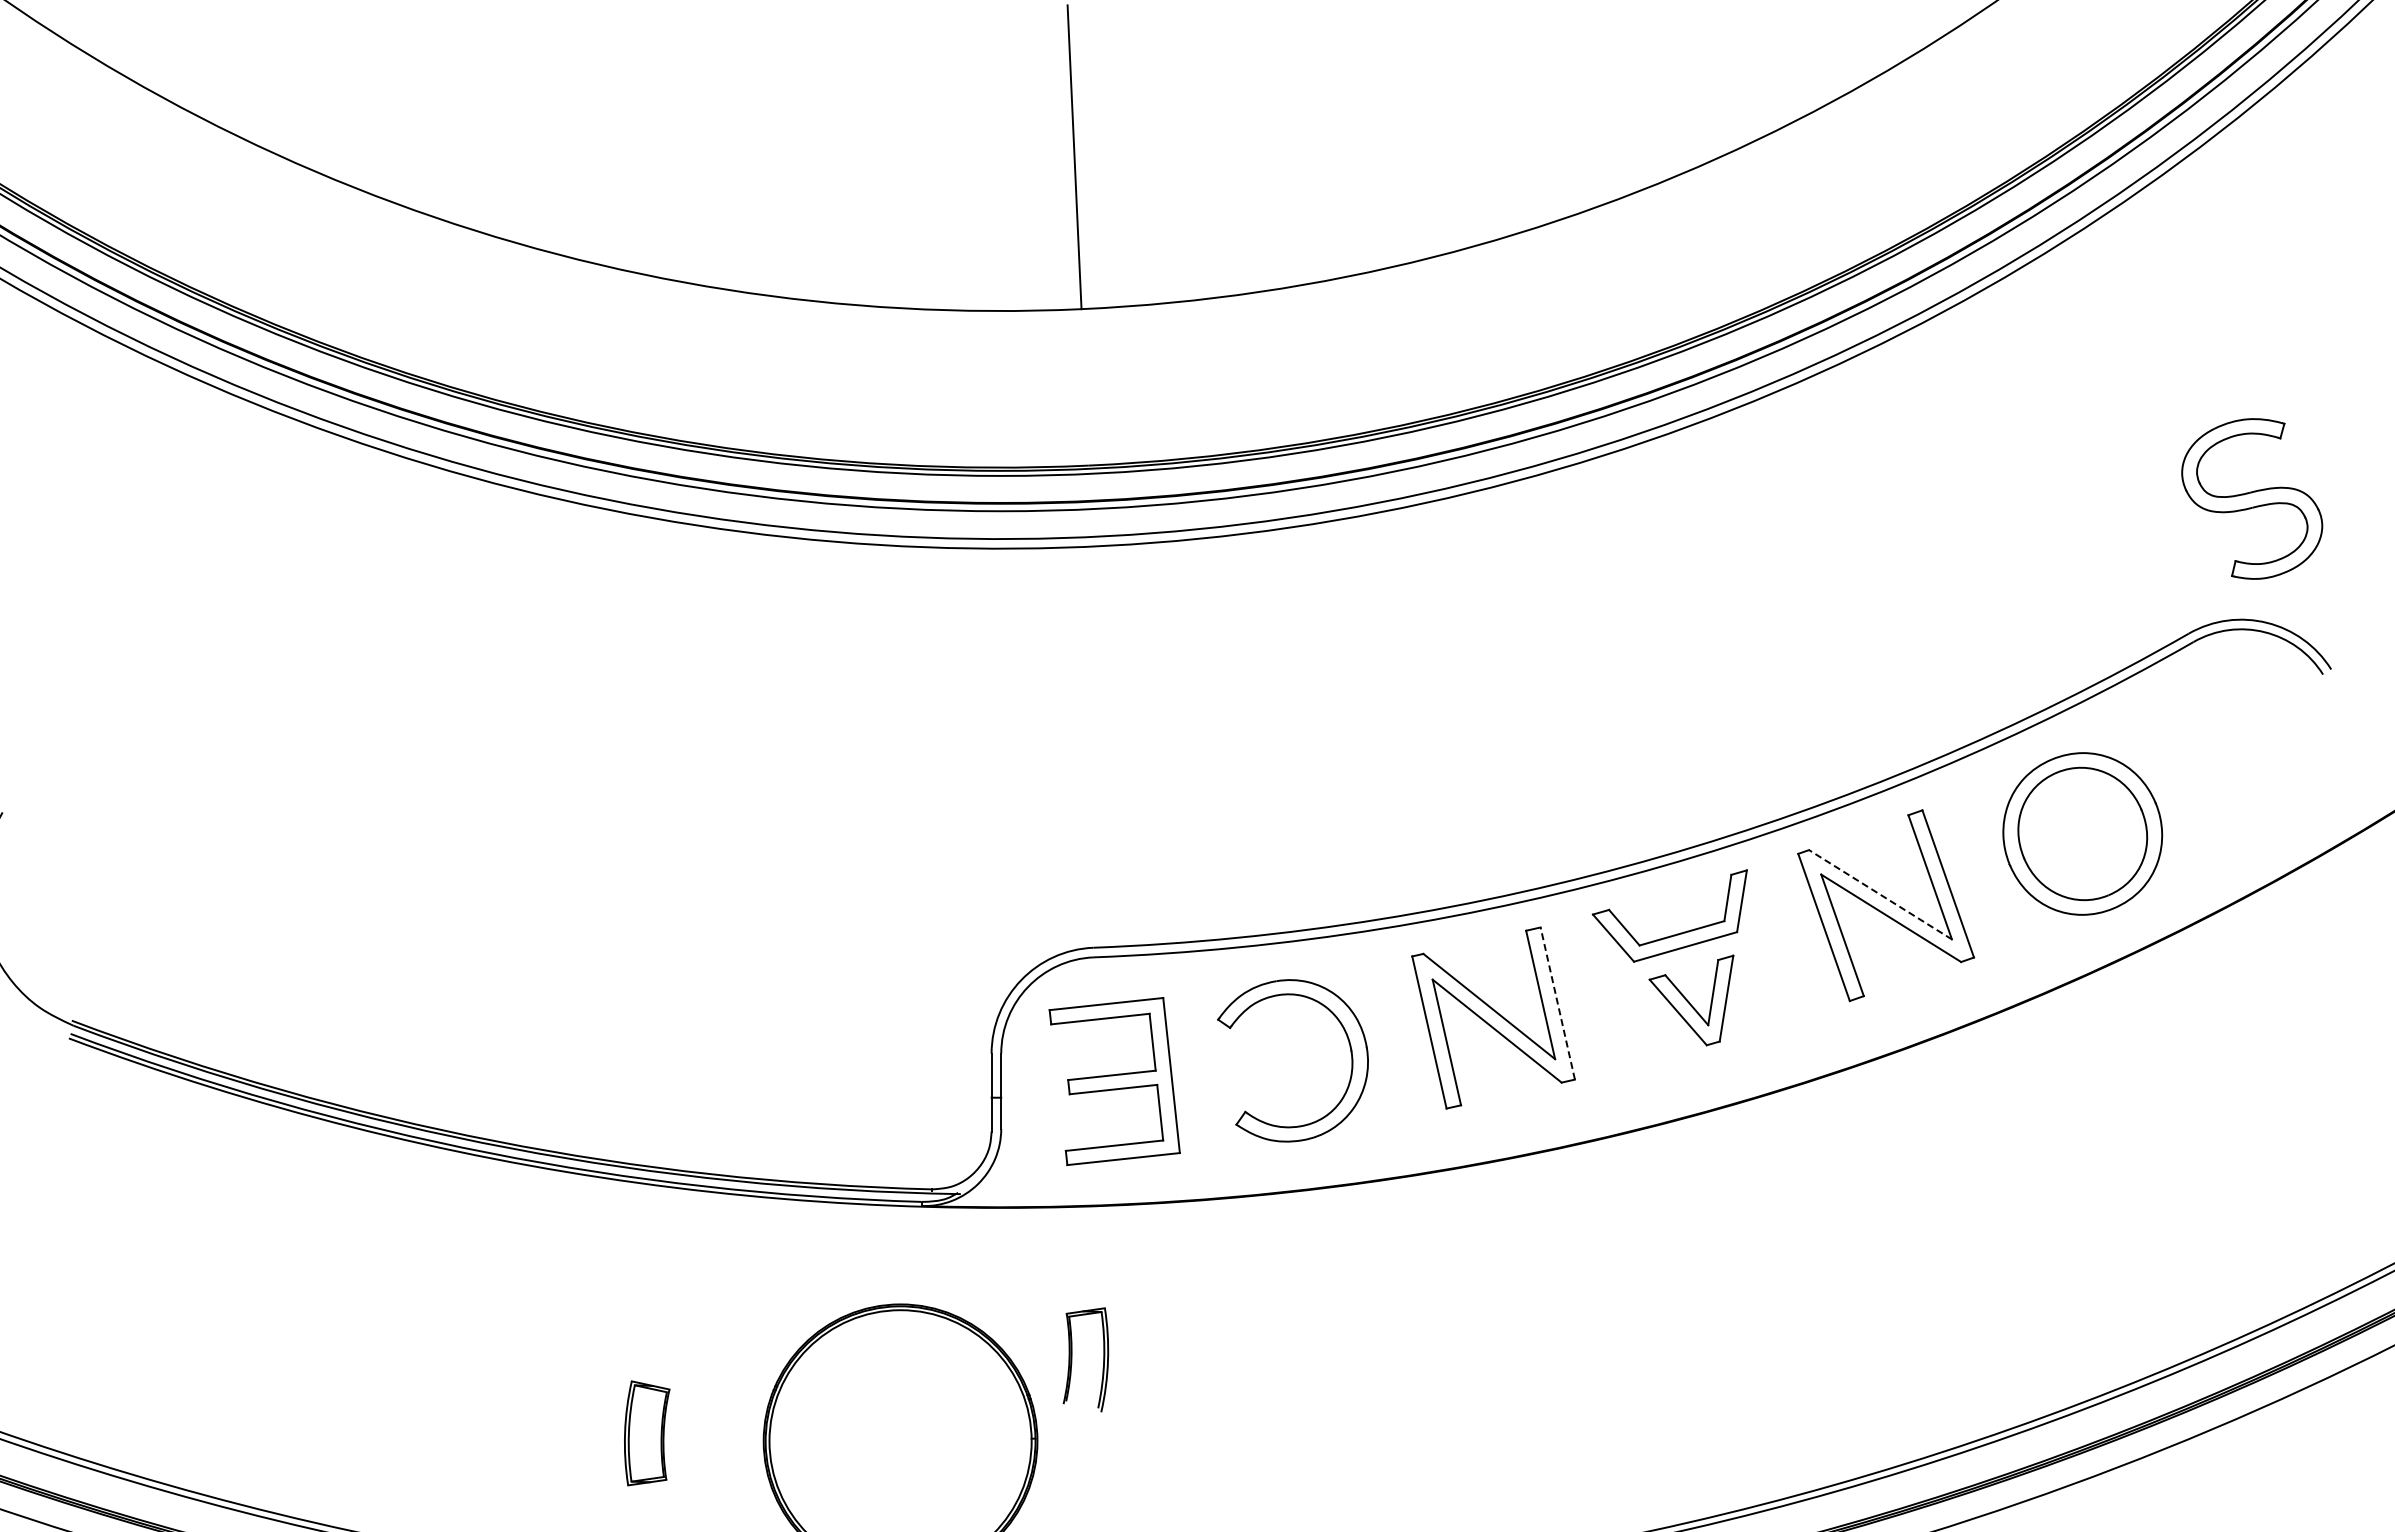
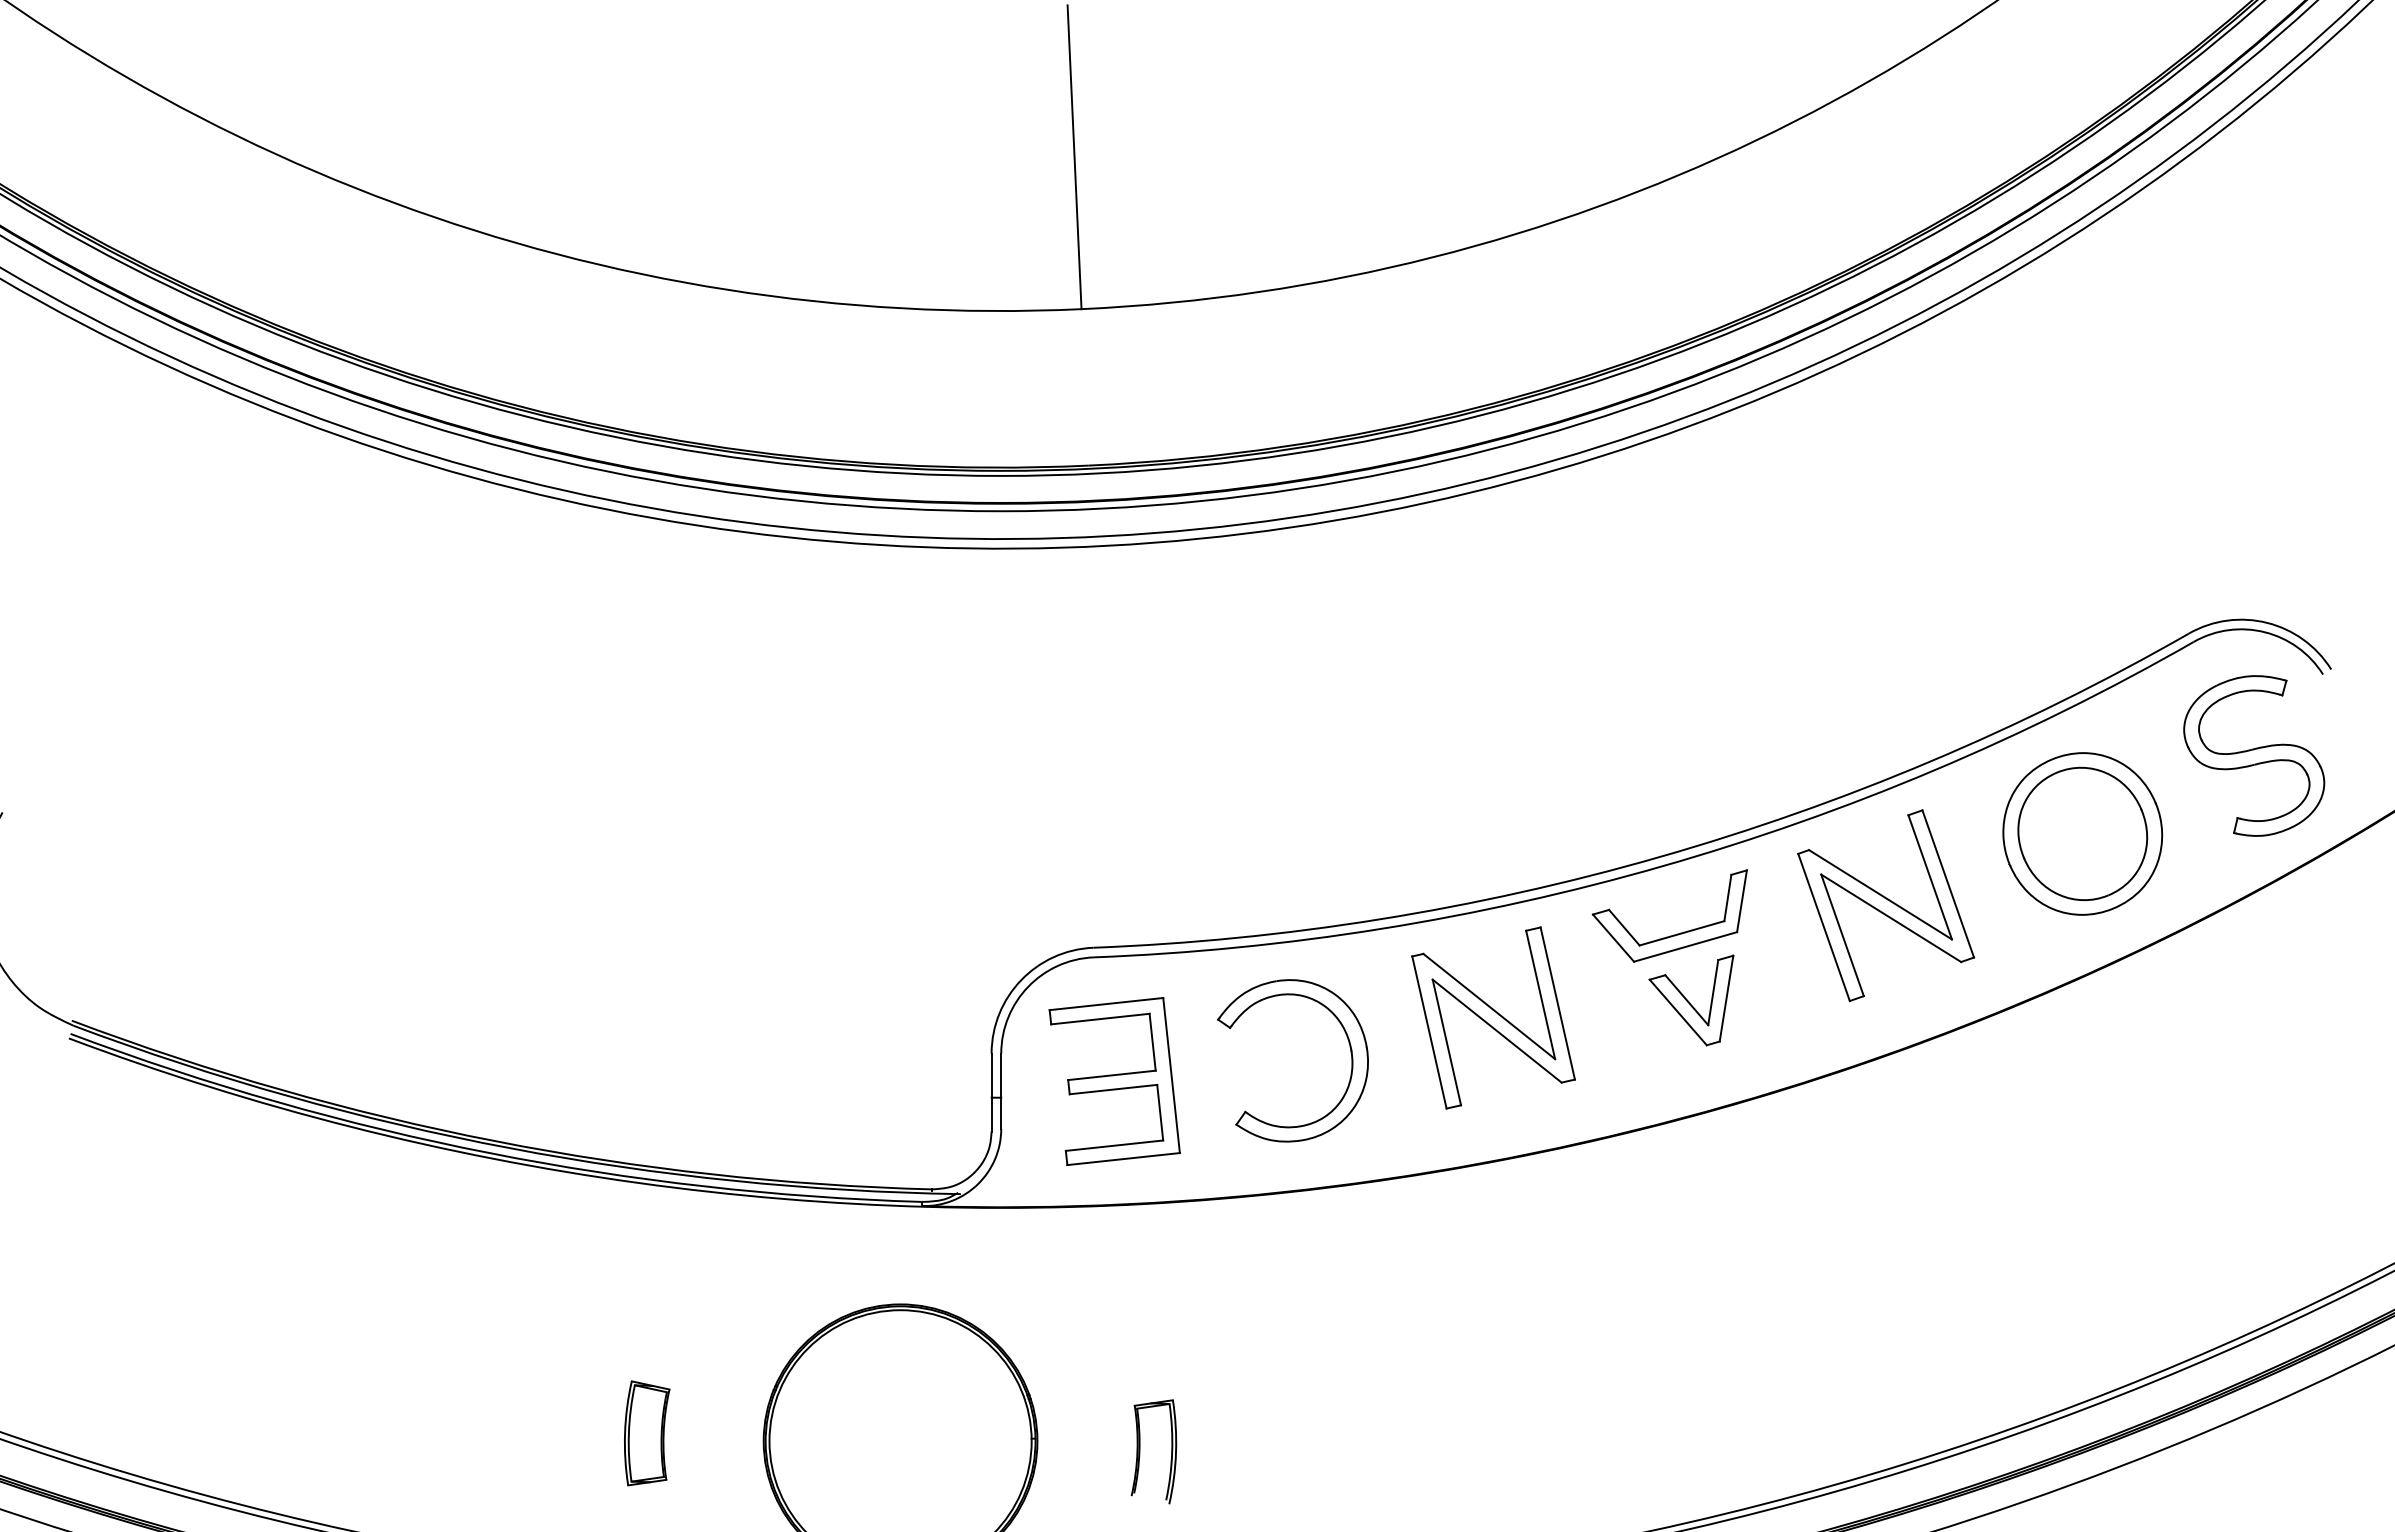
part at (2252, 498) position: (2252, 498) -> (2254, 755)
line at (1880, 894): dashed -> solid
line at (1557, 1003): dashed -> solid
part at (1072, 1359) position: (1072, 1359) -> (1140, 1451)
